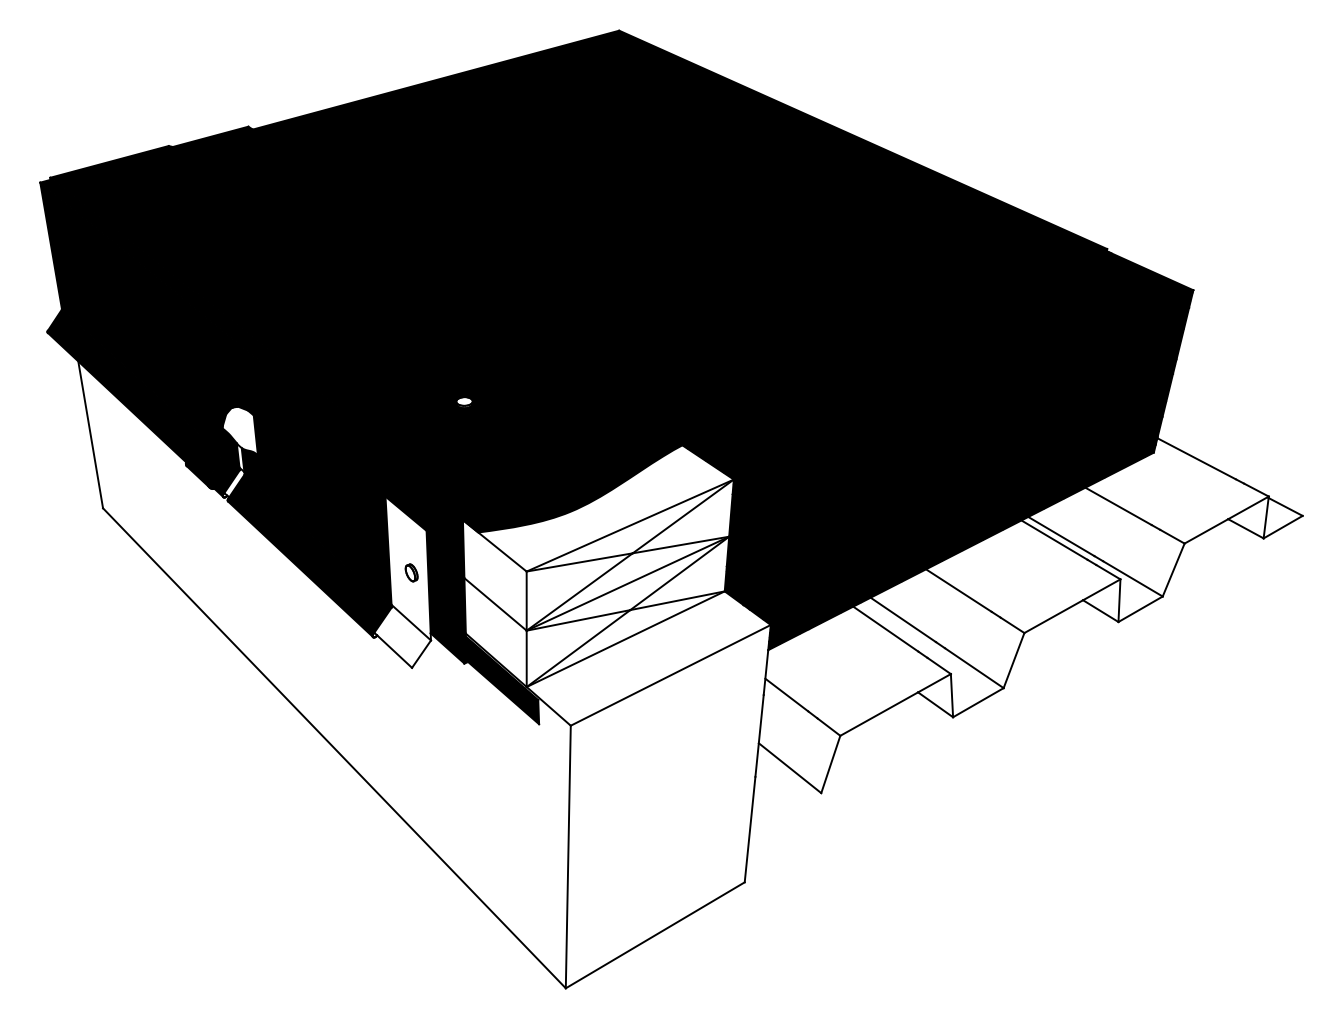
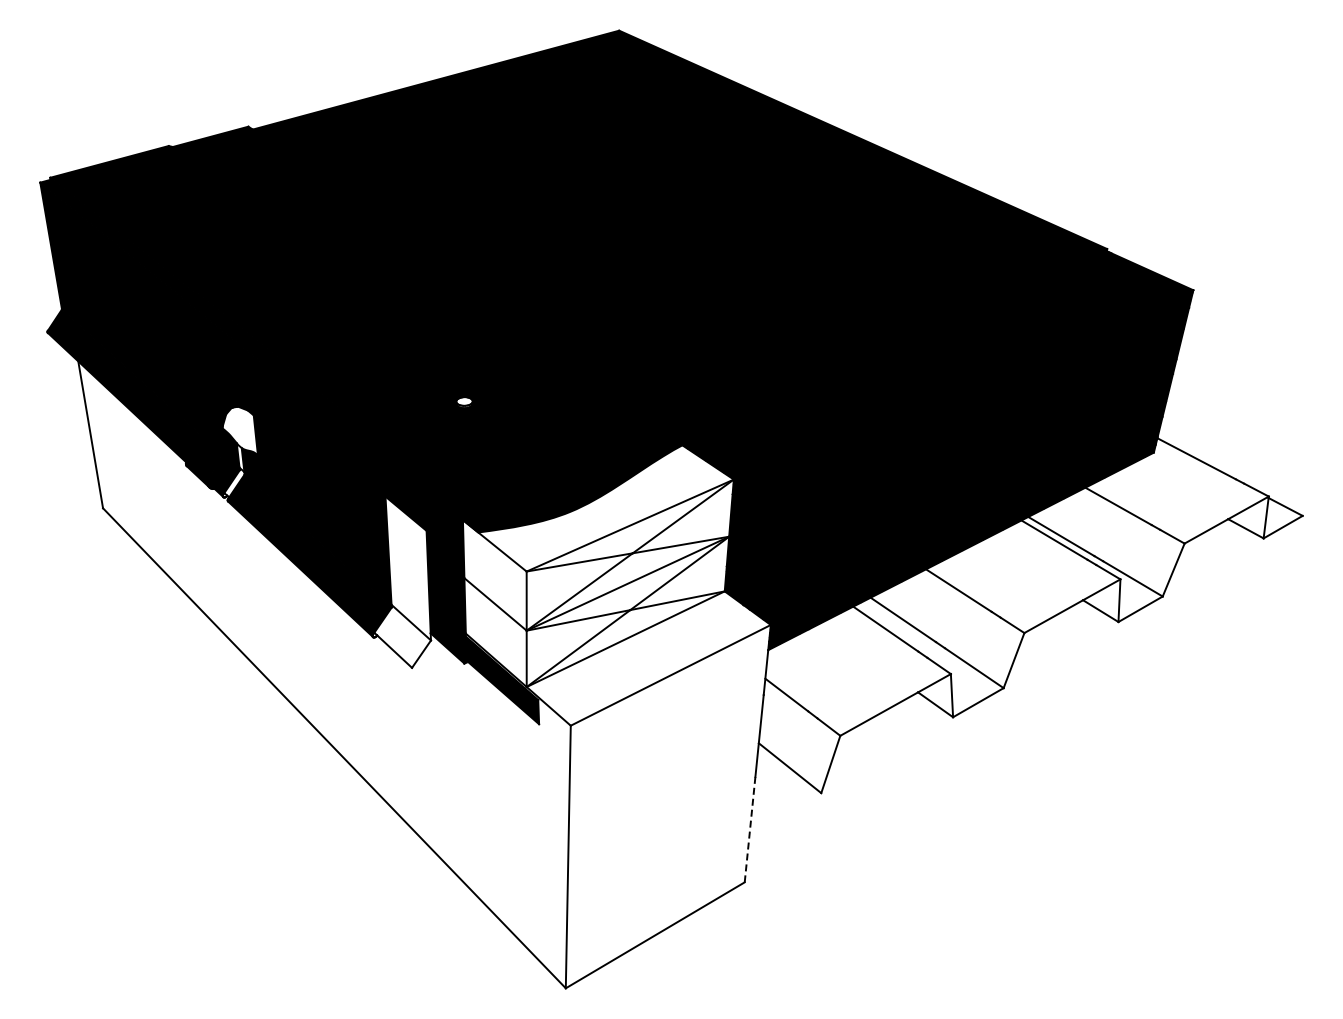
part at (411, 572): present -> none
line at (750, 829): solid -> dashed
